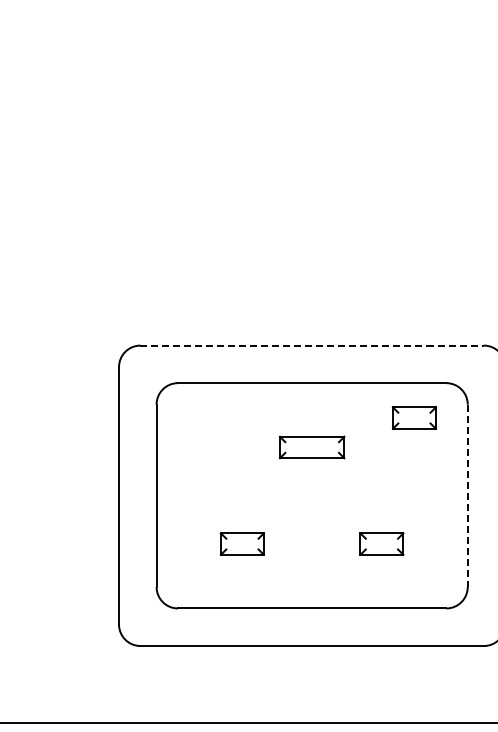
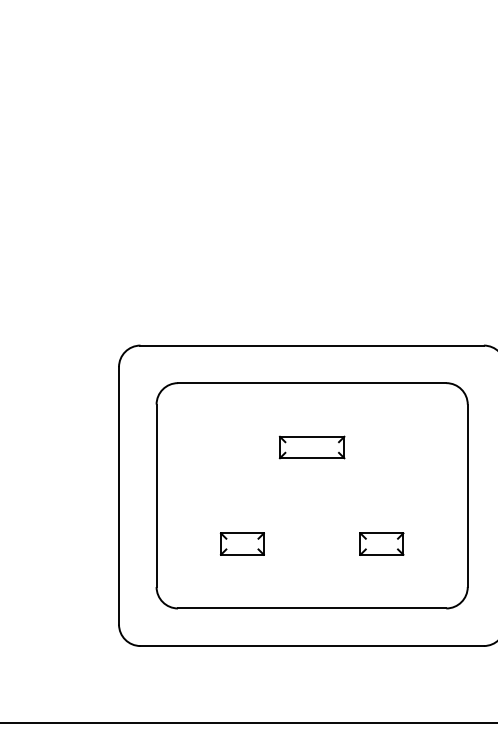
line at (312, 345): dashed -> solid
part at (413, 417): present -> none
line at (467, 496): dashed -> solid
